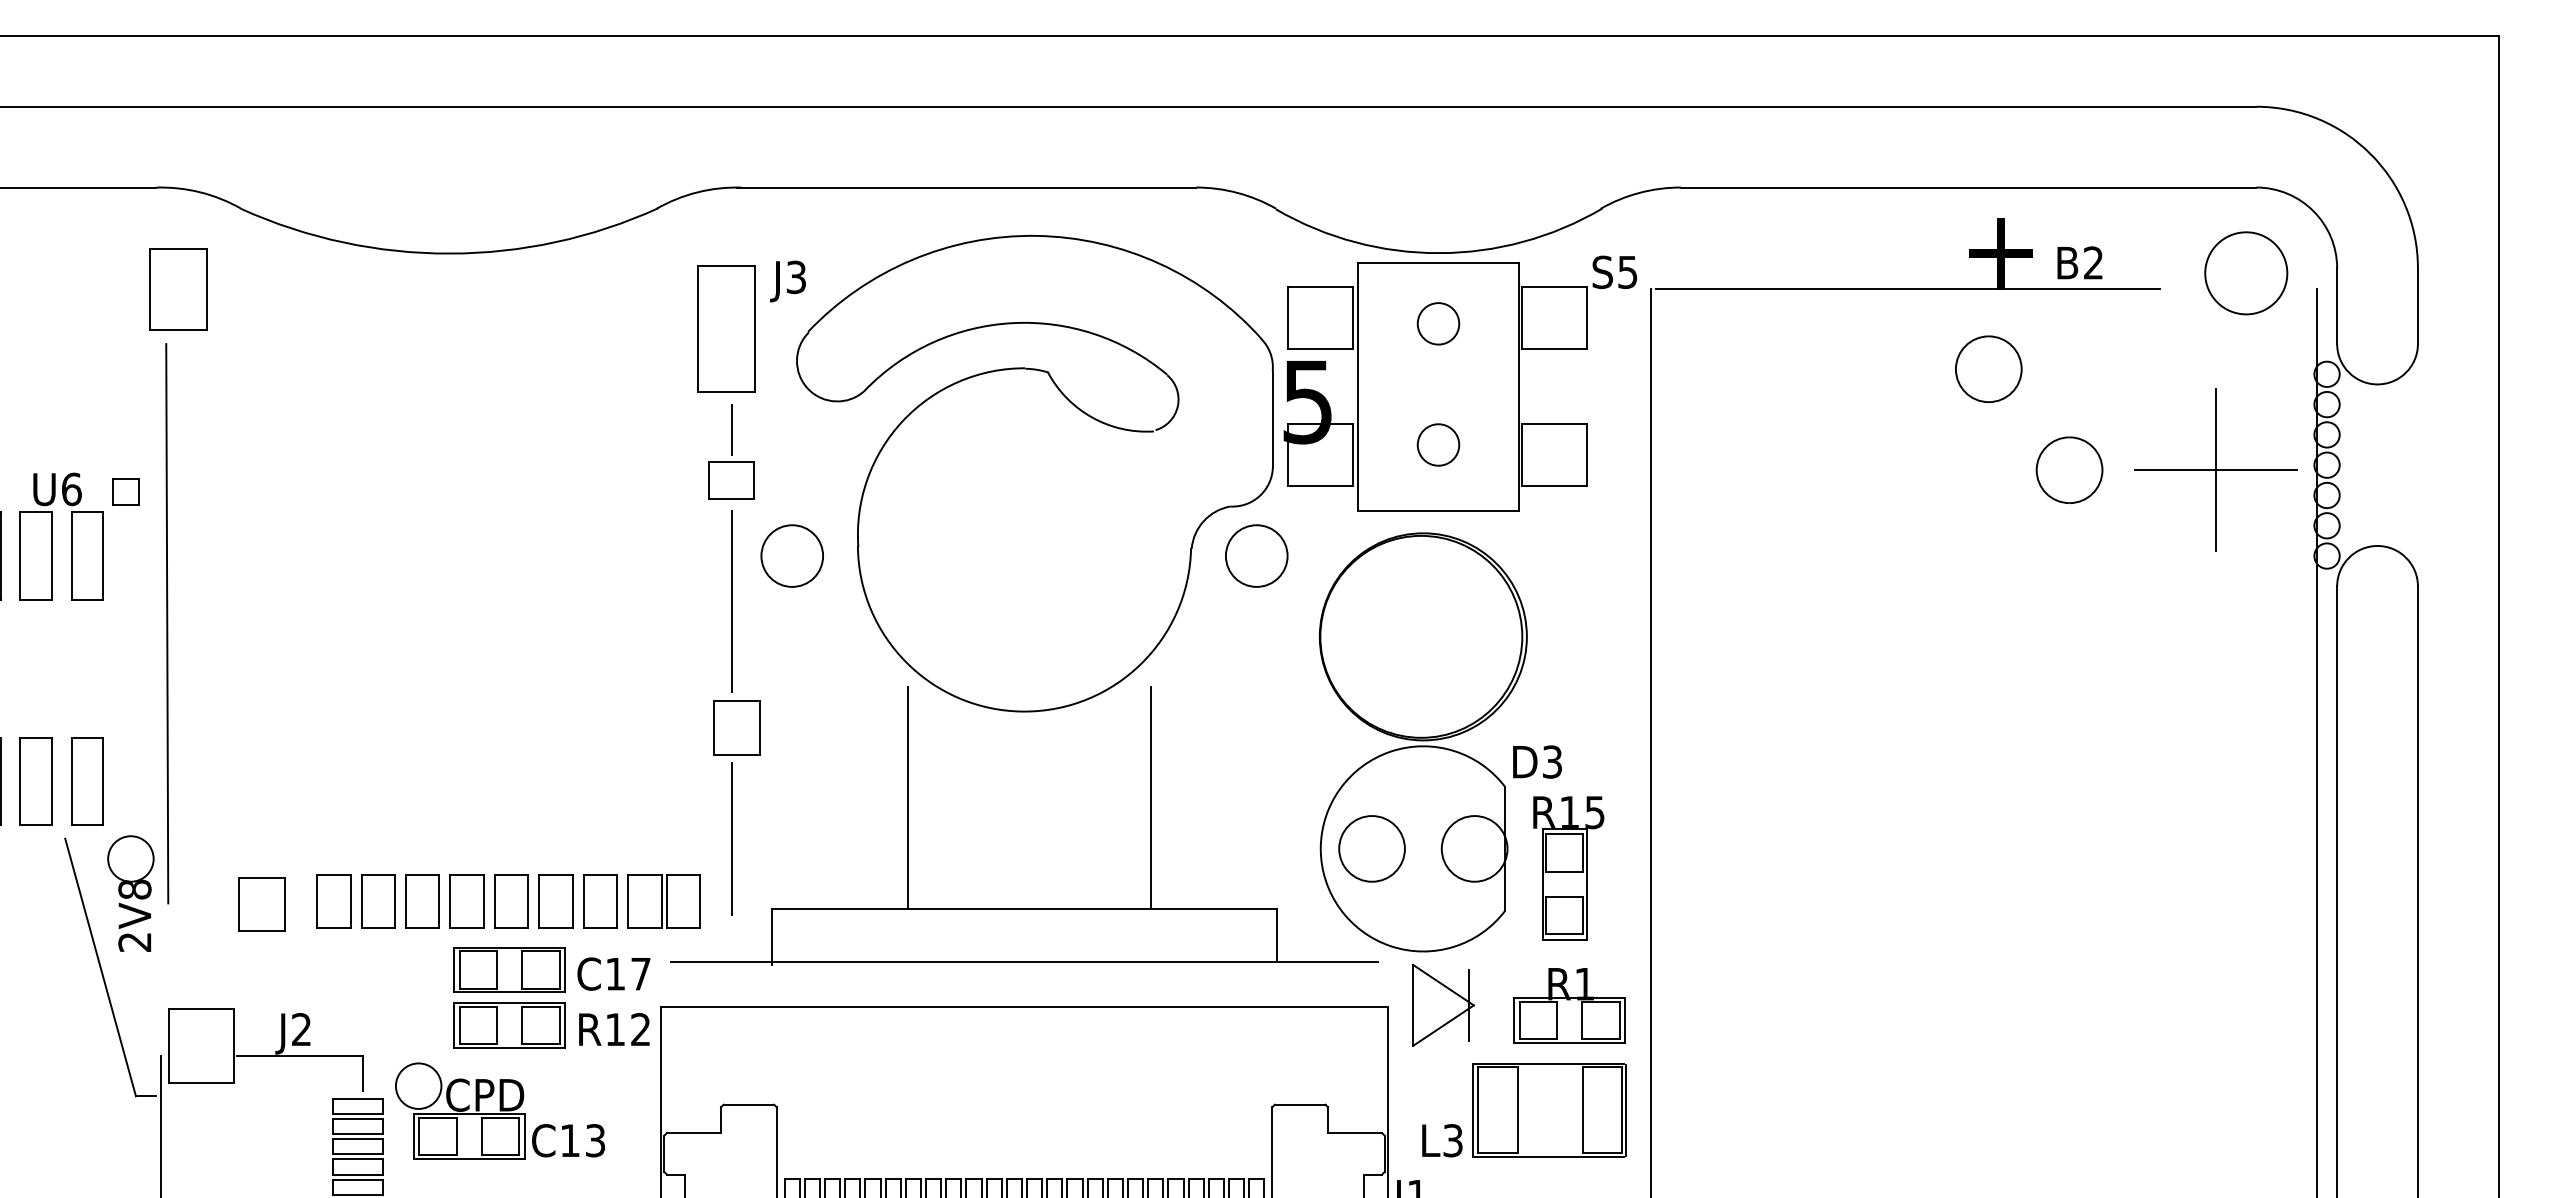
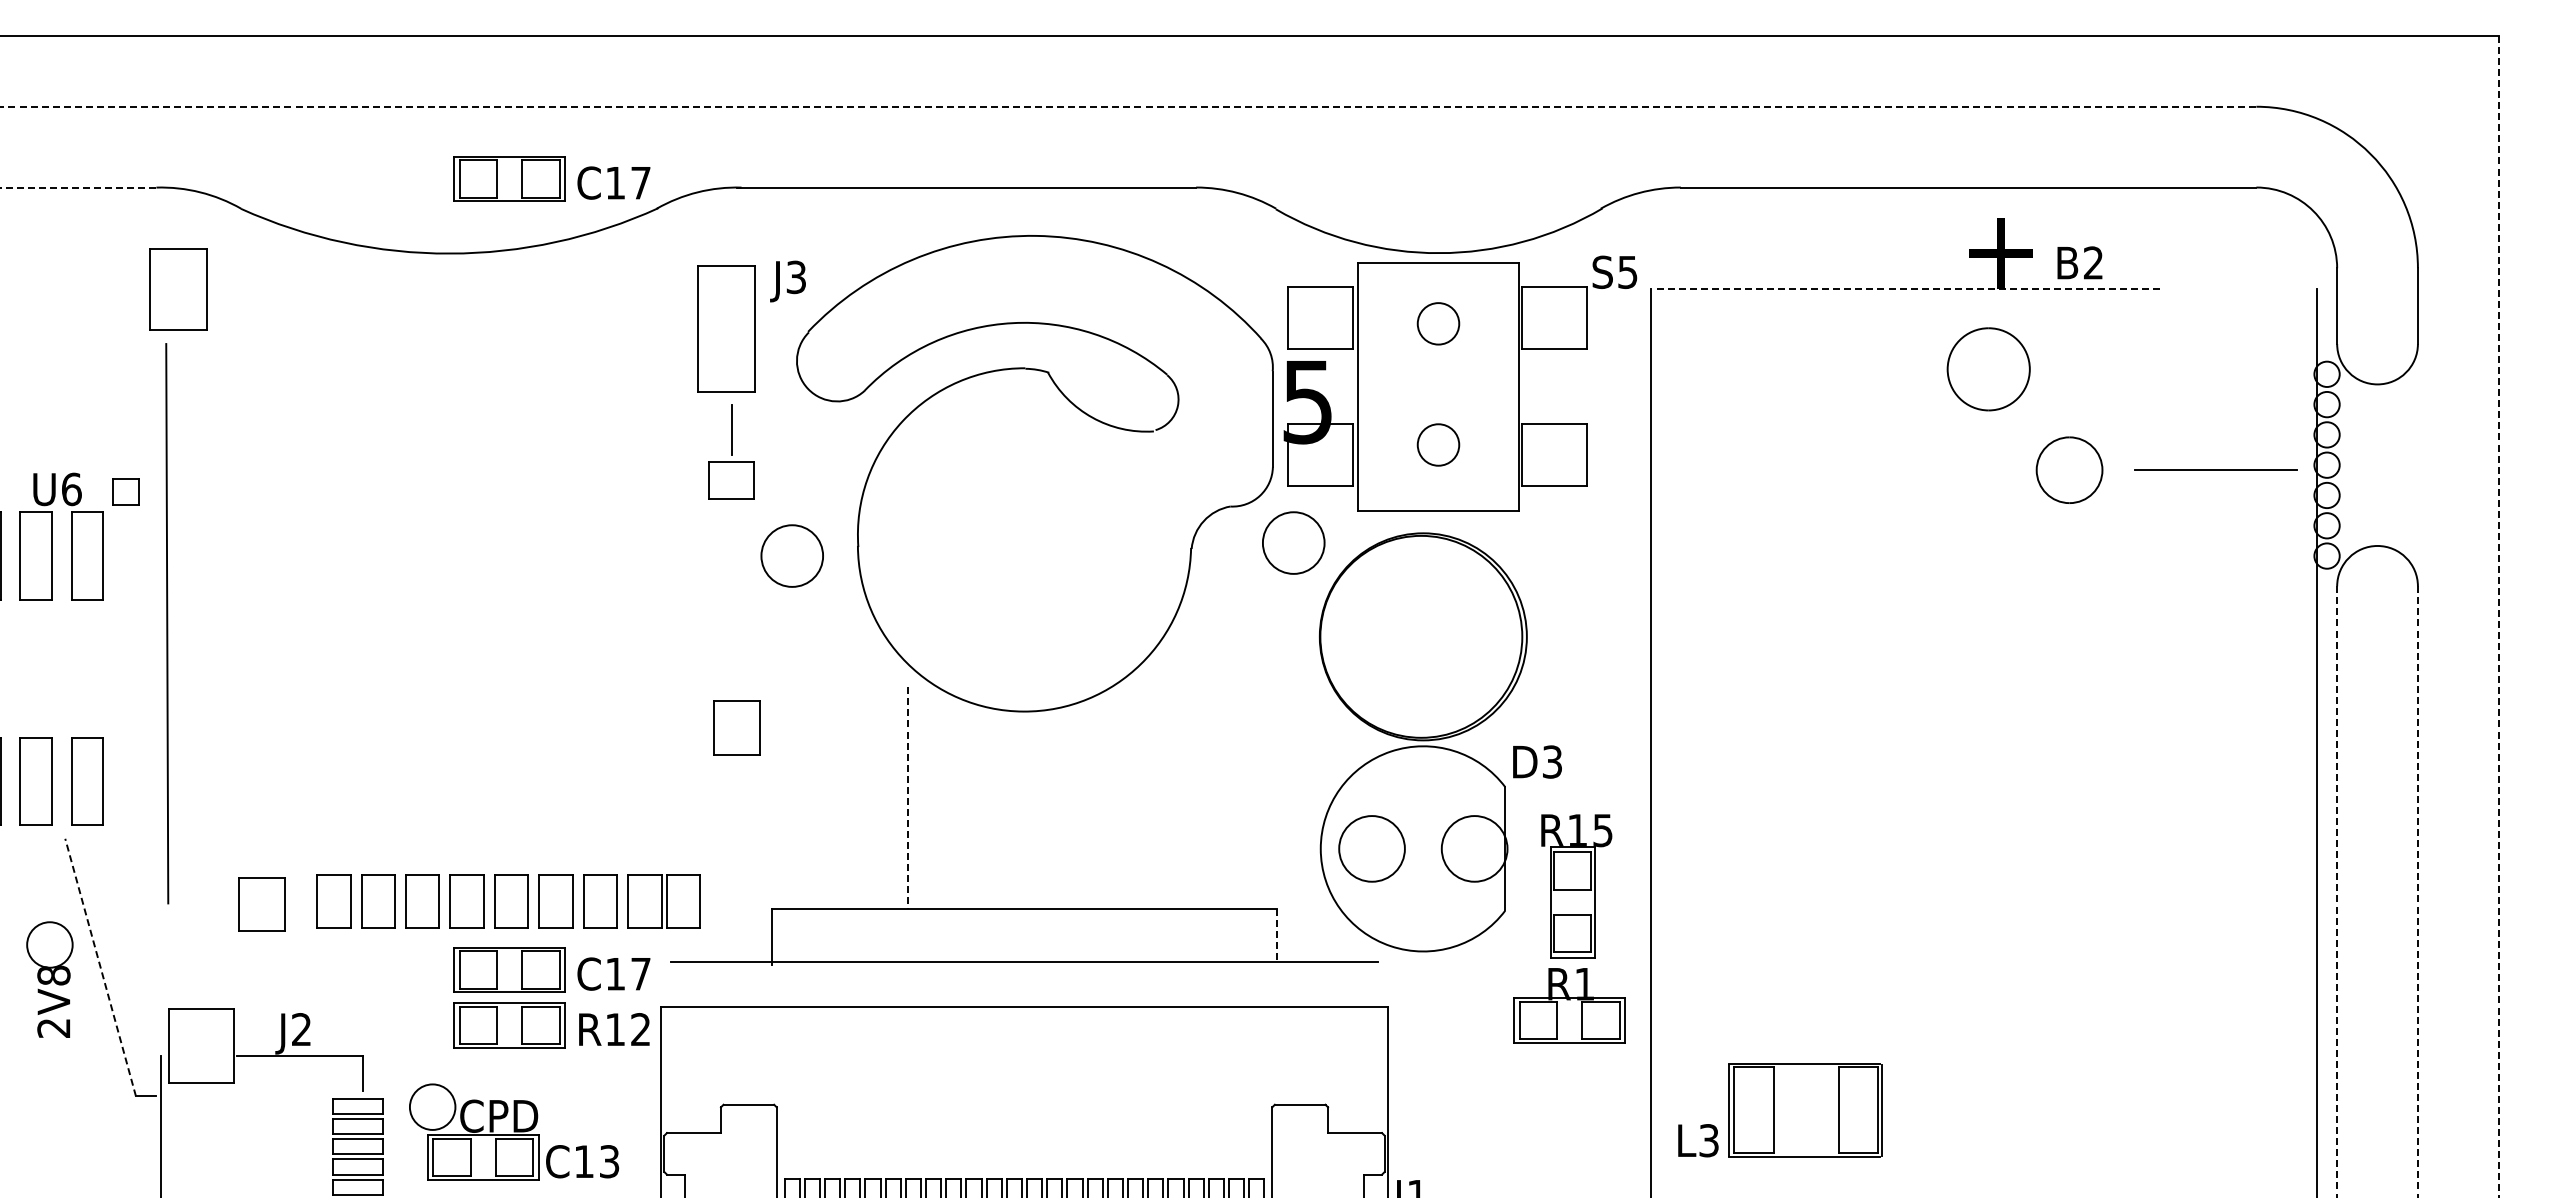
line at (1128, 106): solid -> dashed
part at (551, 178): none -> present
line at (78, 187): solid -> dashed
part at (2246, 273): present -> none
line at (1907, 288): solid -> dashed
part at (1988, 368) size: 68x68 px -> 85x85 px
line at (2215, 470): present -> none
part at (1256, 555) position: (1256, 555) -> (1293, 542)
line at (731, 601): present -> none
line at (2498, 617): solid -> dashed
line at (908, 798): solid -> dashed
line at (1150, 798): present -> none
line at (731, 838): present -> none
part at (1568, 868) position: (1568, 868) -> (1576, 886)
line at (2337, 892): solid -> dashed
line at (2417, 892): solid -> dashed
part at (130, 893) position: (130, 893) -> (49, 979)
line at (1276, 934): solid -> dashed
line at (100, 967): solid -> dashed
part at (1443, 1005): present -> none
part at (500, 1110) position: (500, 1110) -> (514, 1131)
part at (1524, 1110) position: (1524, 1110) -> (1780, 1110)
